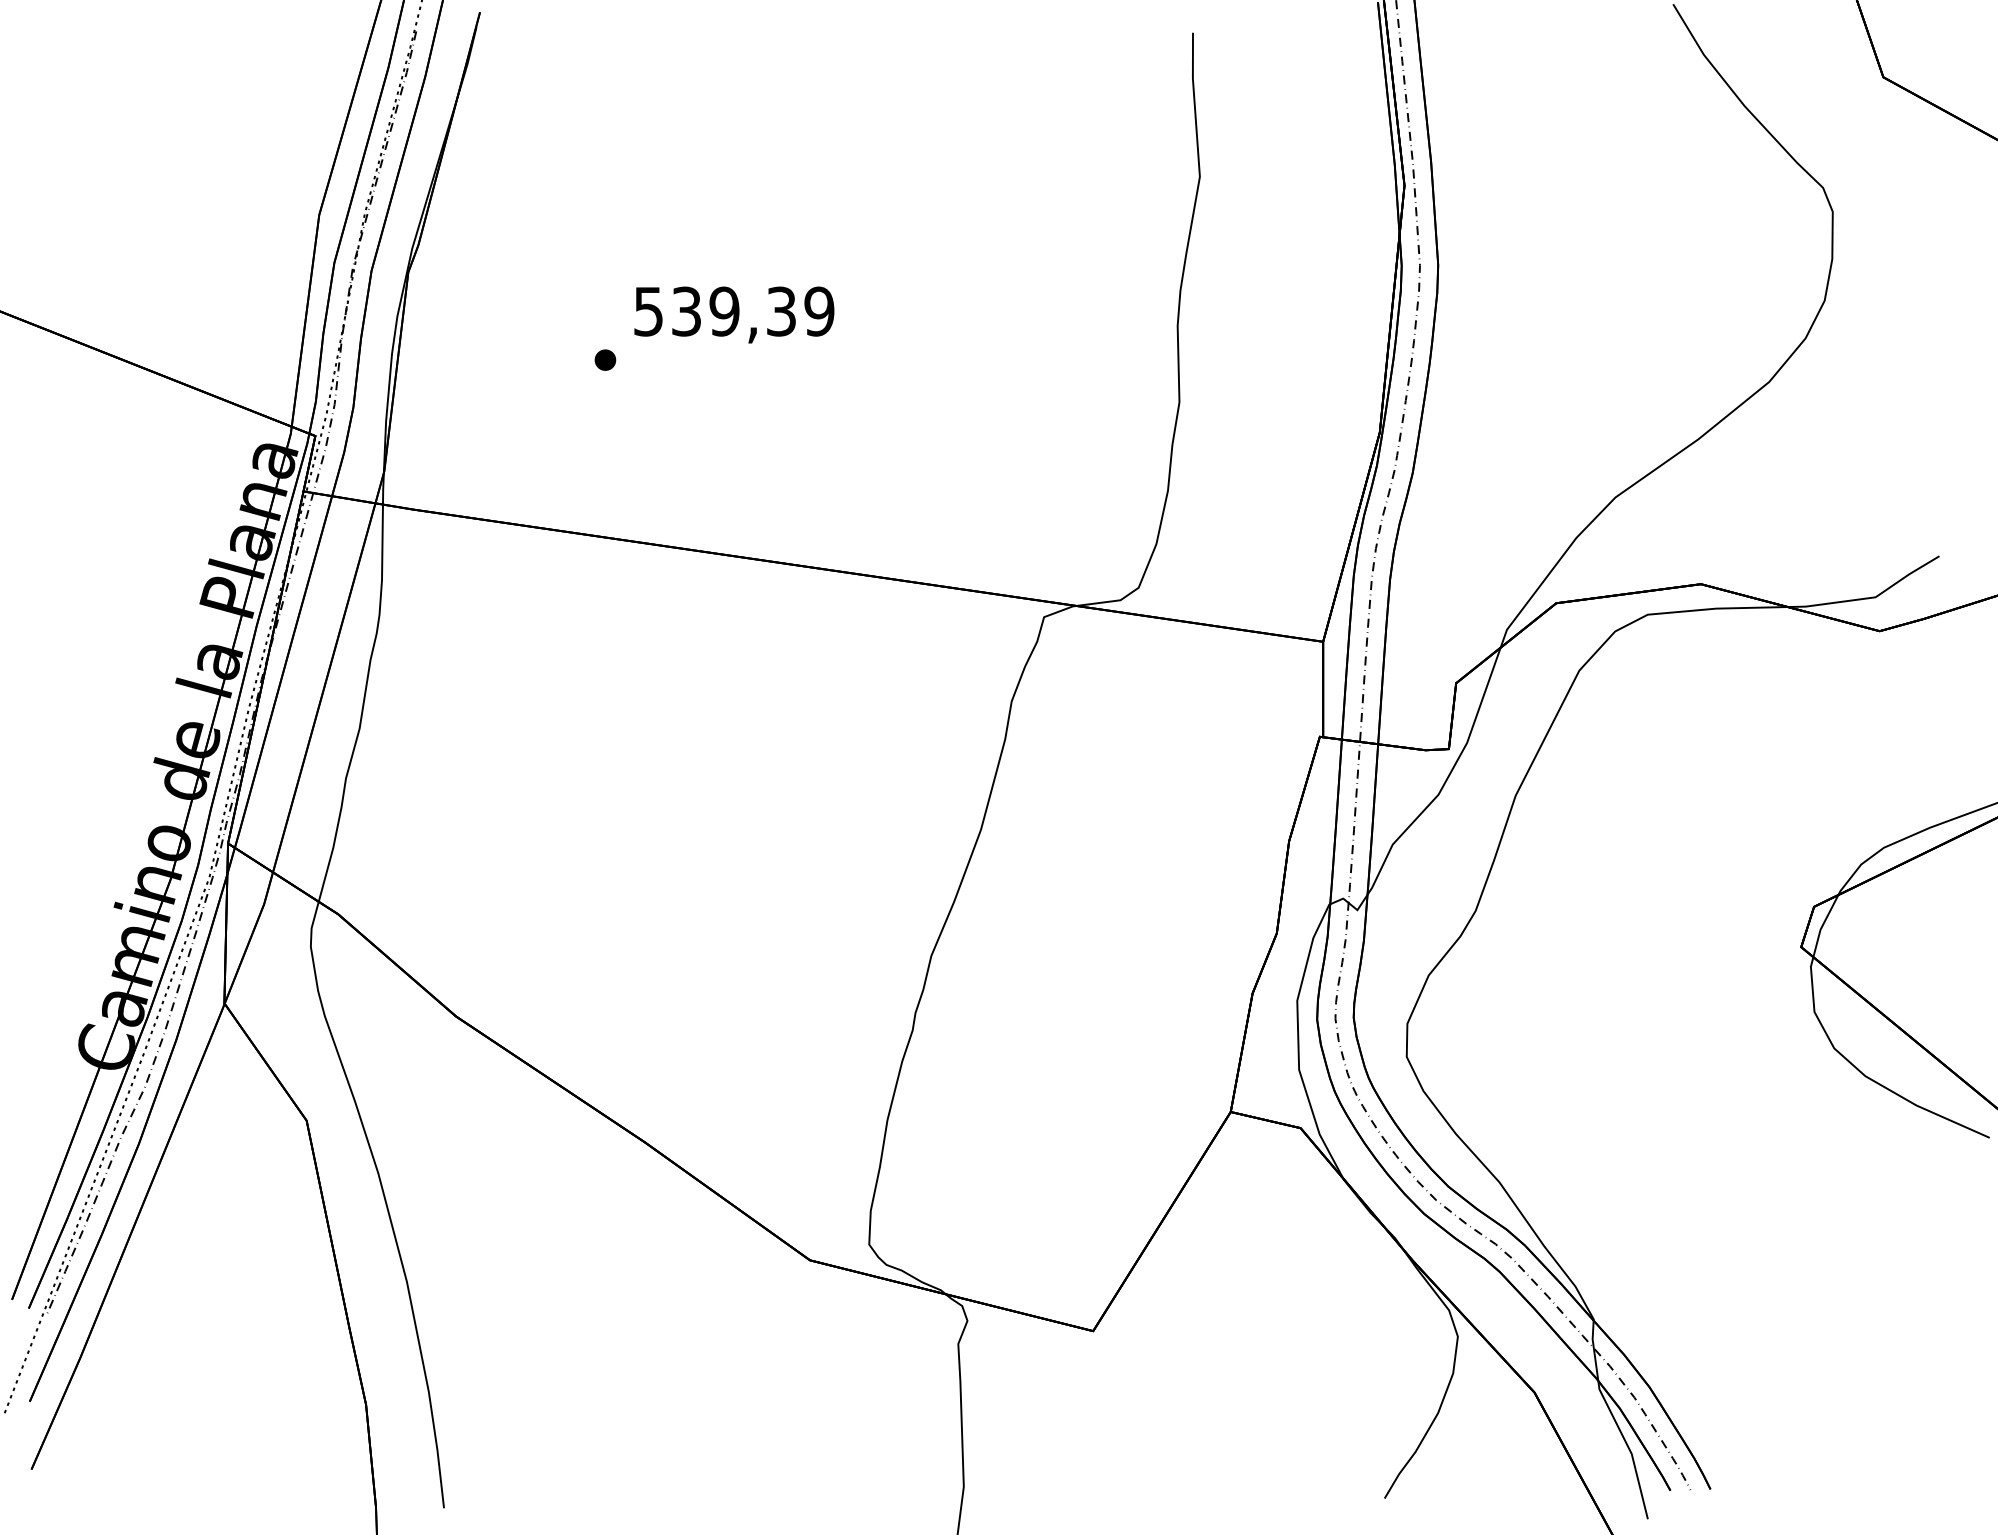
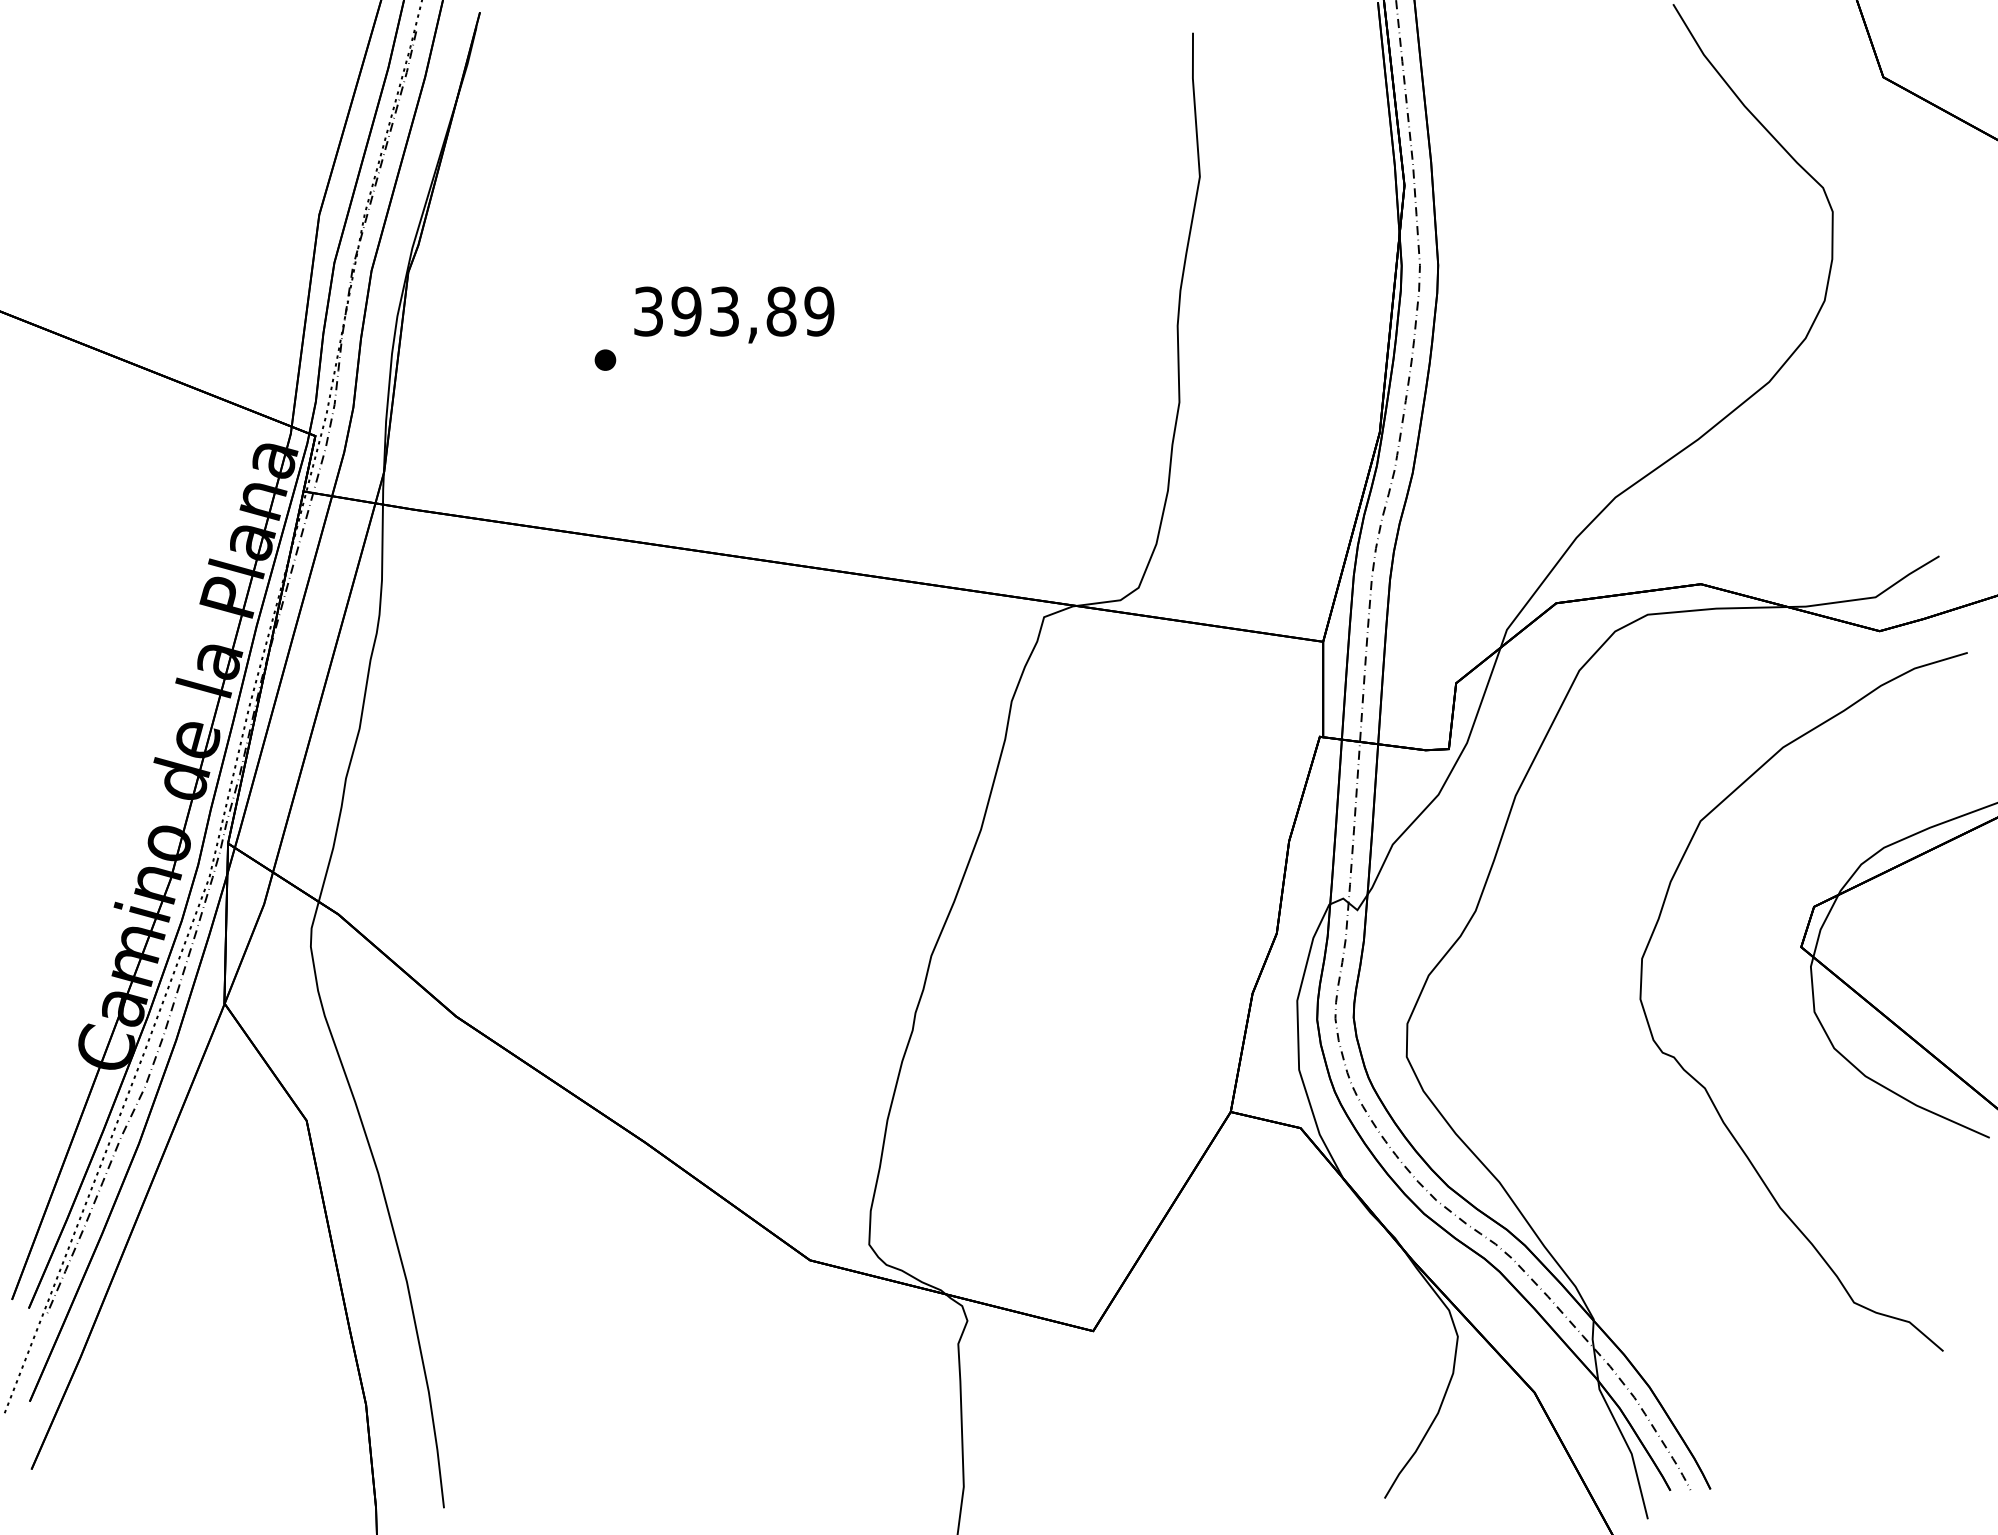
text at (715, 311): 539,39 -> 393,89
curve at (1706, 1088): none -> present
